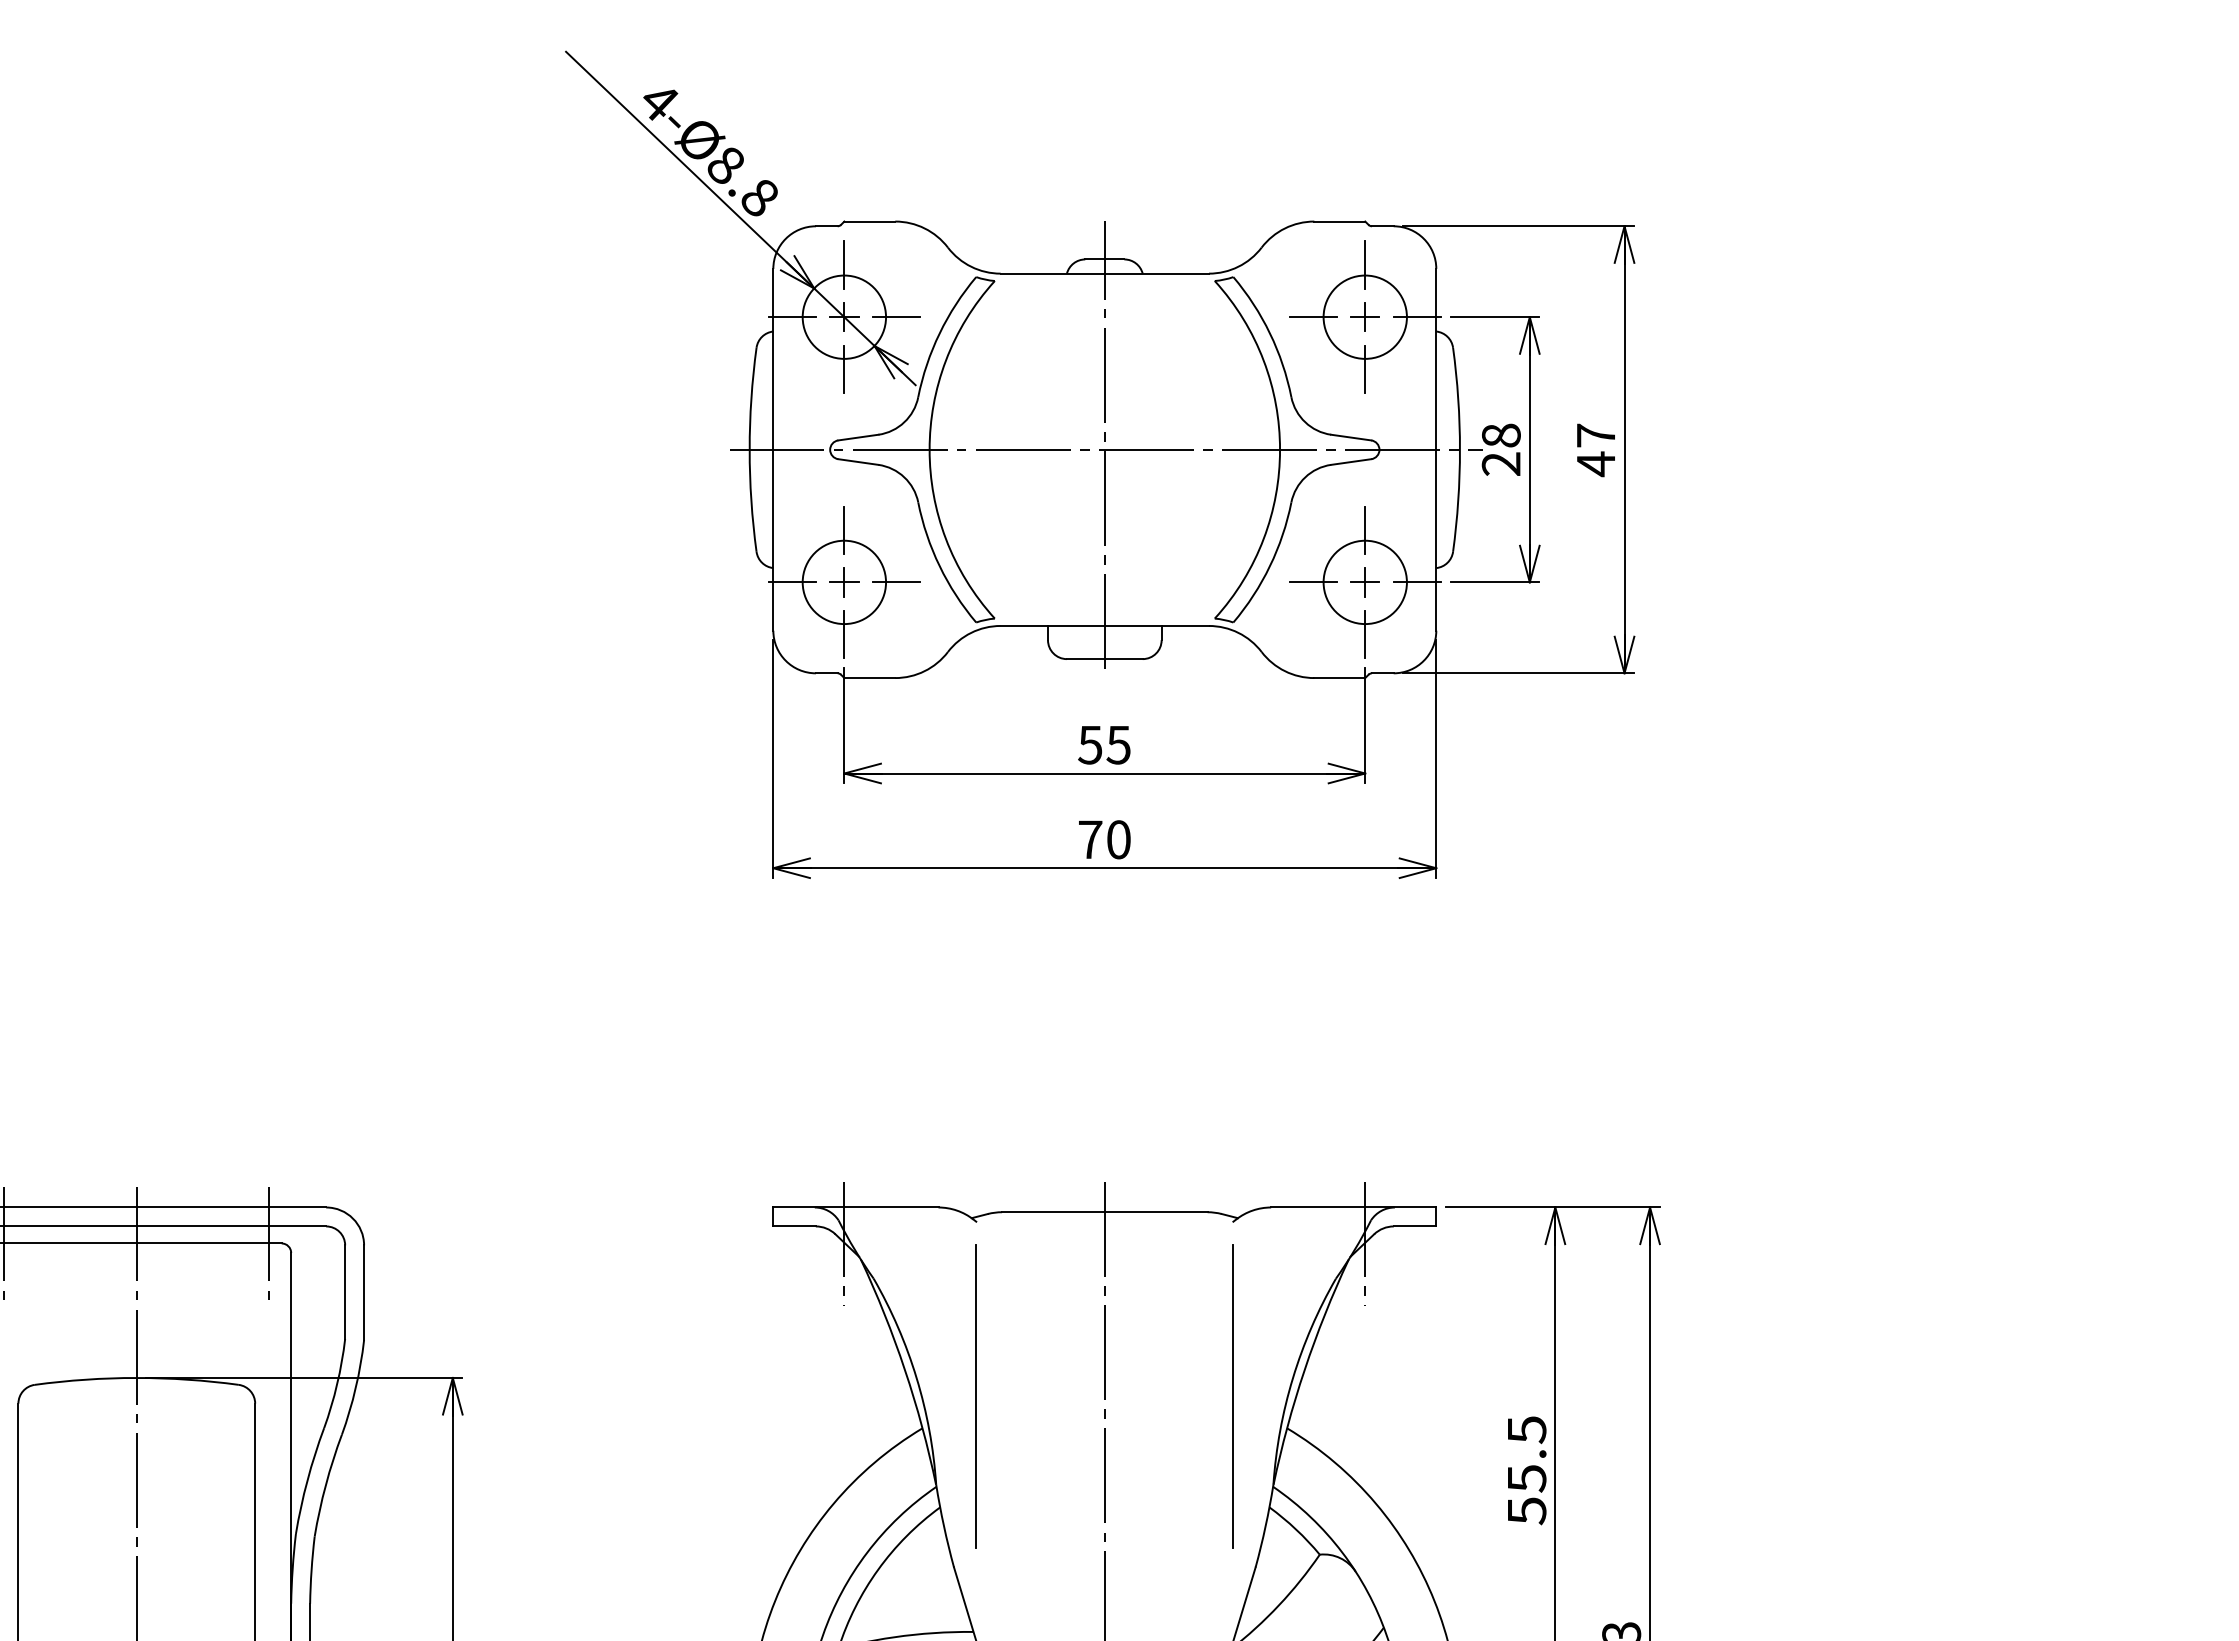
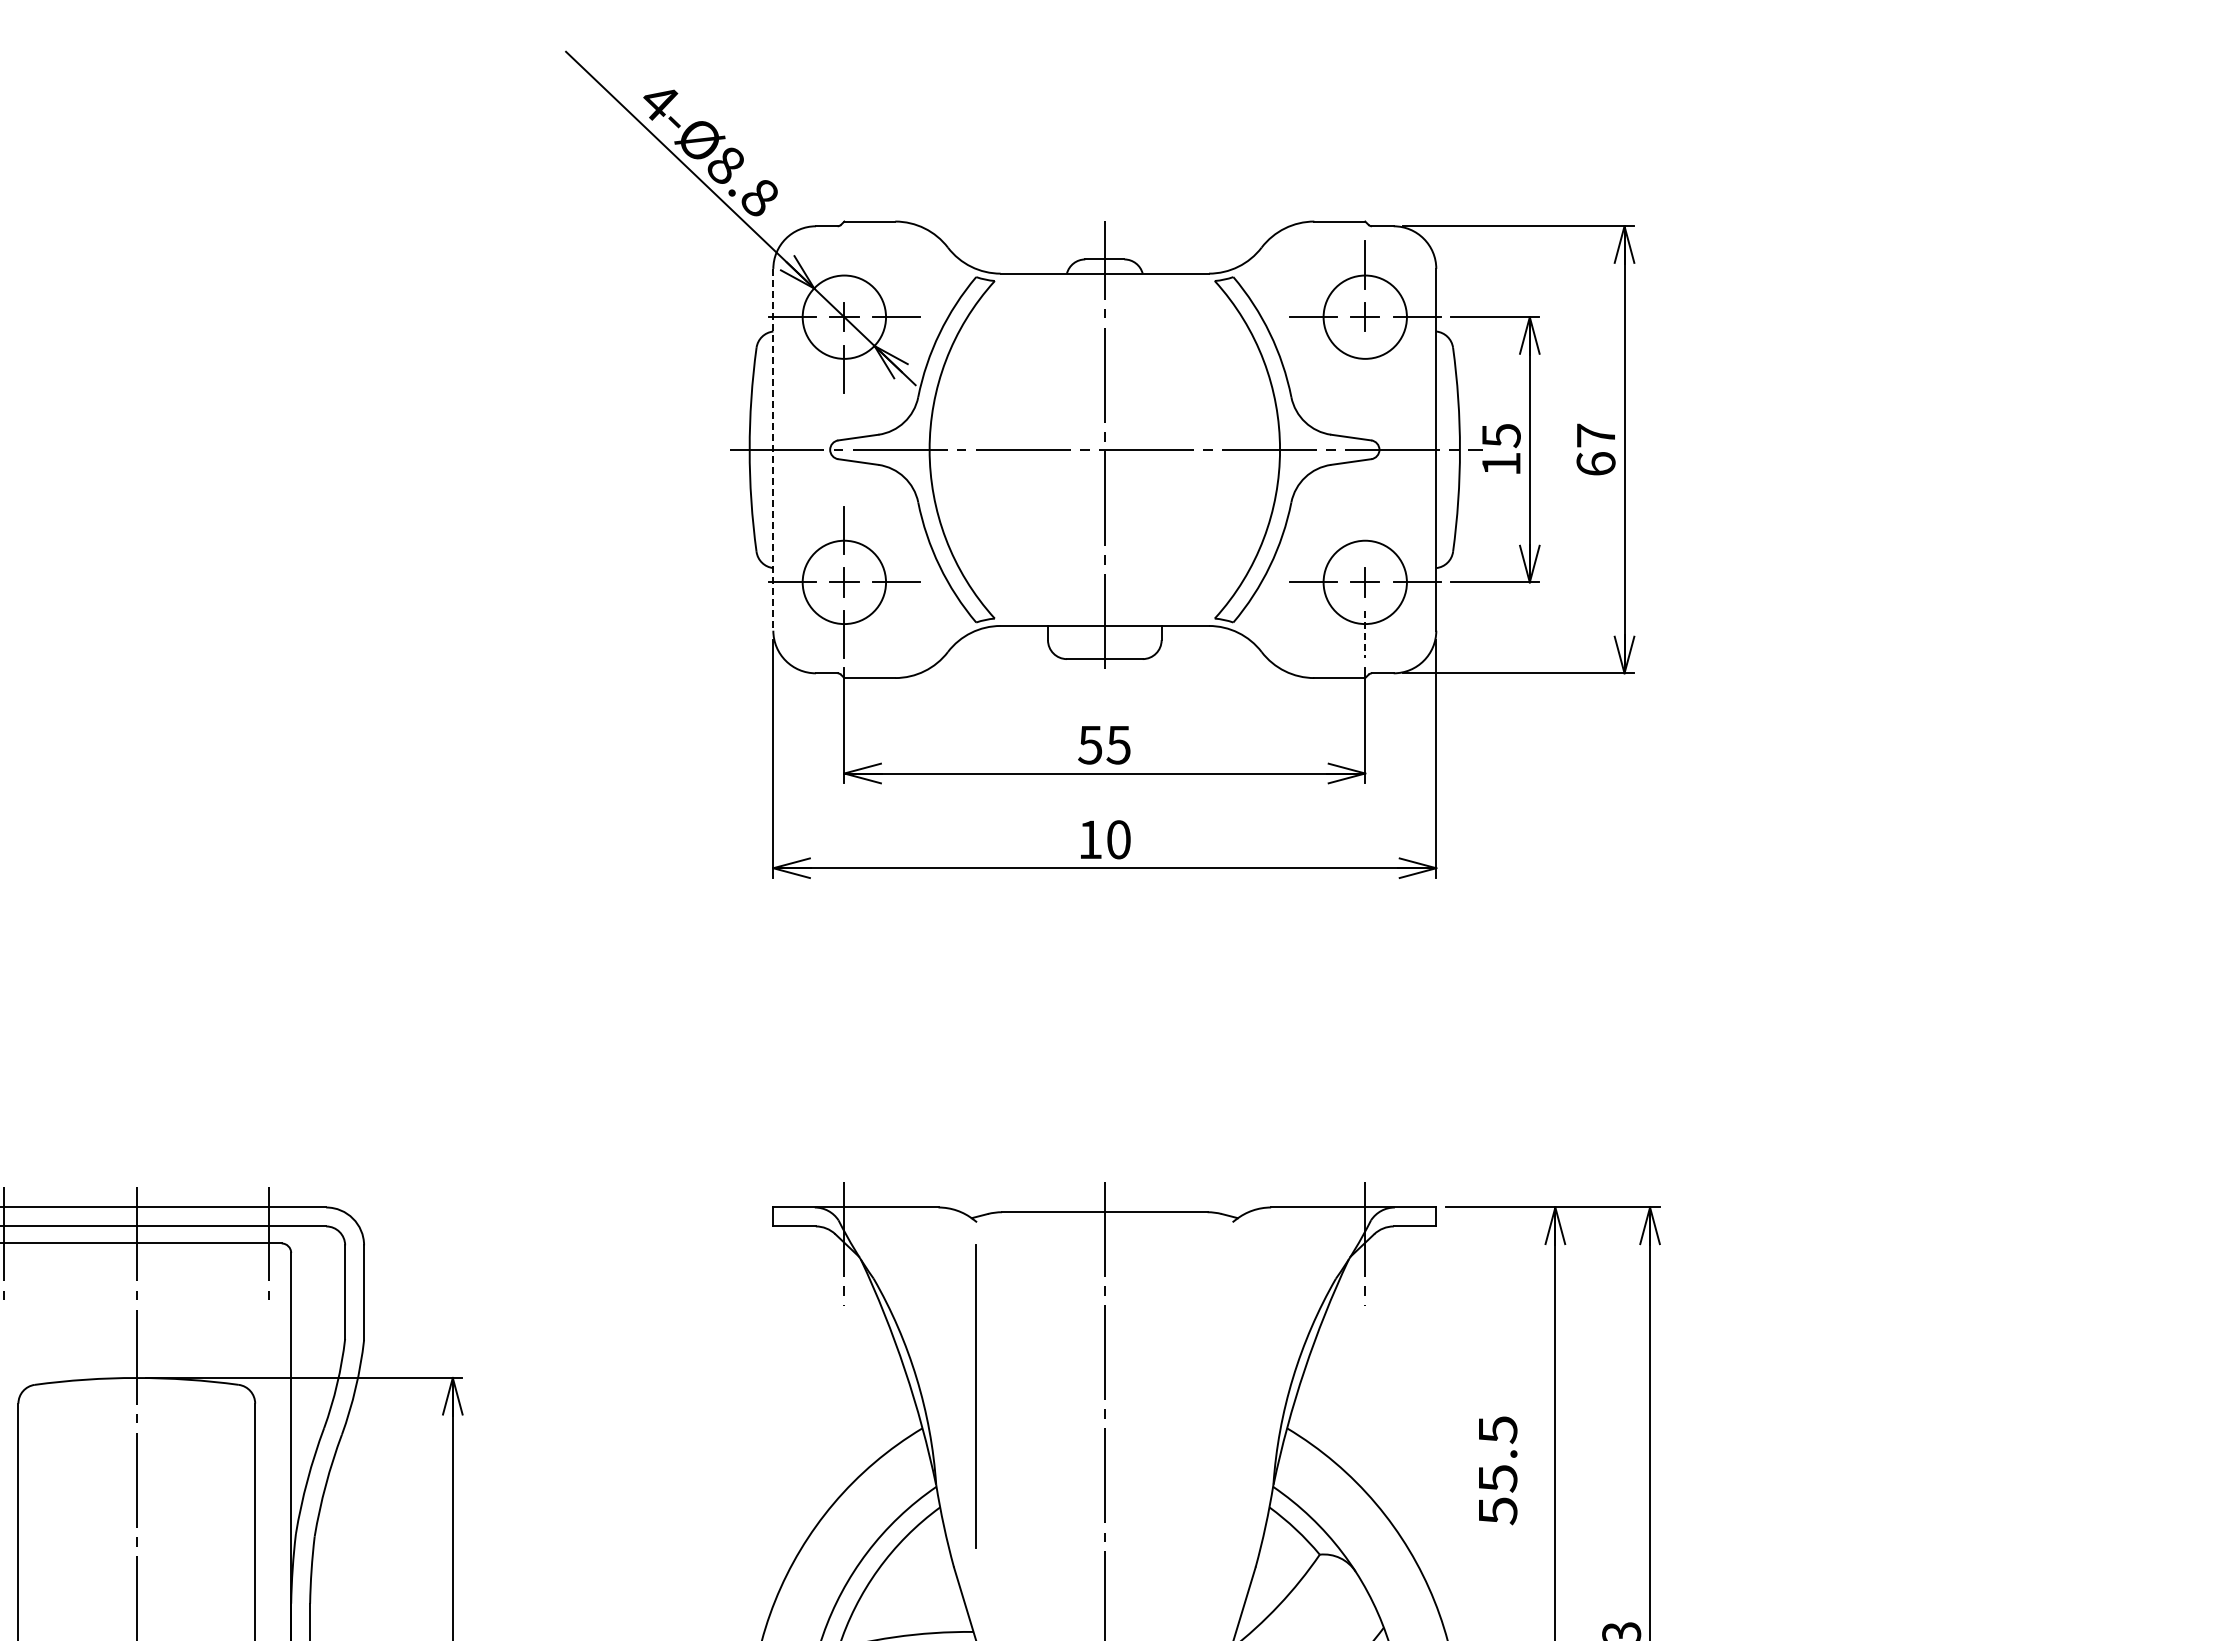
line at (844, 264): present -> none
line at (1365, 368): present -> none
line at (773, 449): solid -> dashed
text at (1500, 449): 28 -> 15
text at (1595, 464): 47 -> 67
line at (1365, 530): present -> none
line at (1365, 634): solid -> dashed
text at (1090, 839): 70 -> 10
line at (1232, 1396): present -> none
text at (1527, 1470) position: (1527, 1470) -> (1498, 1470)
